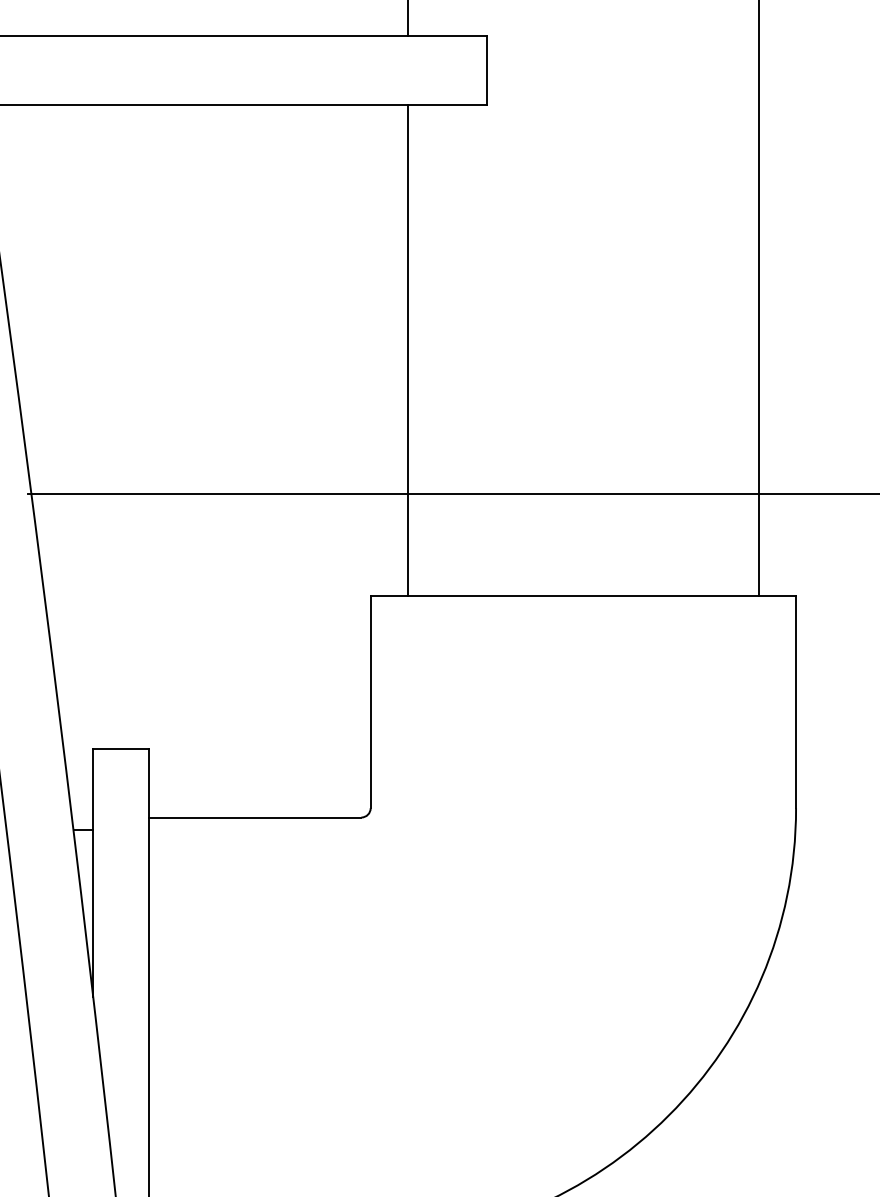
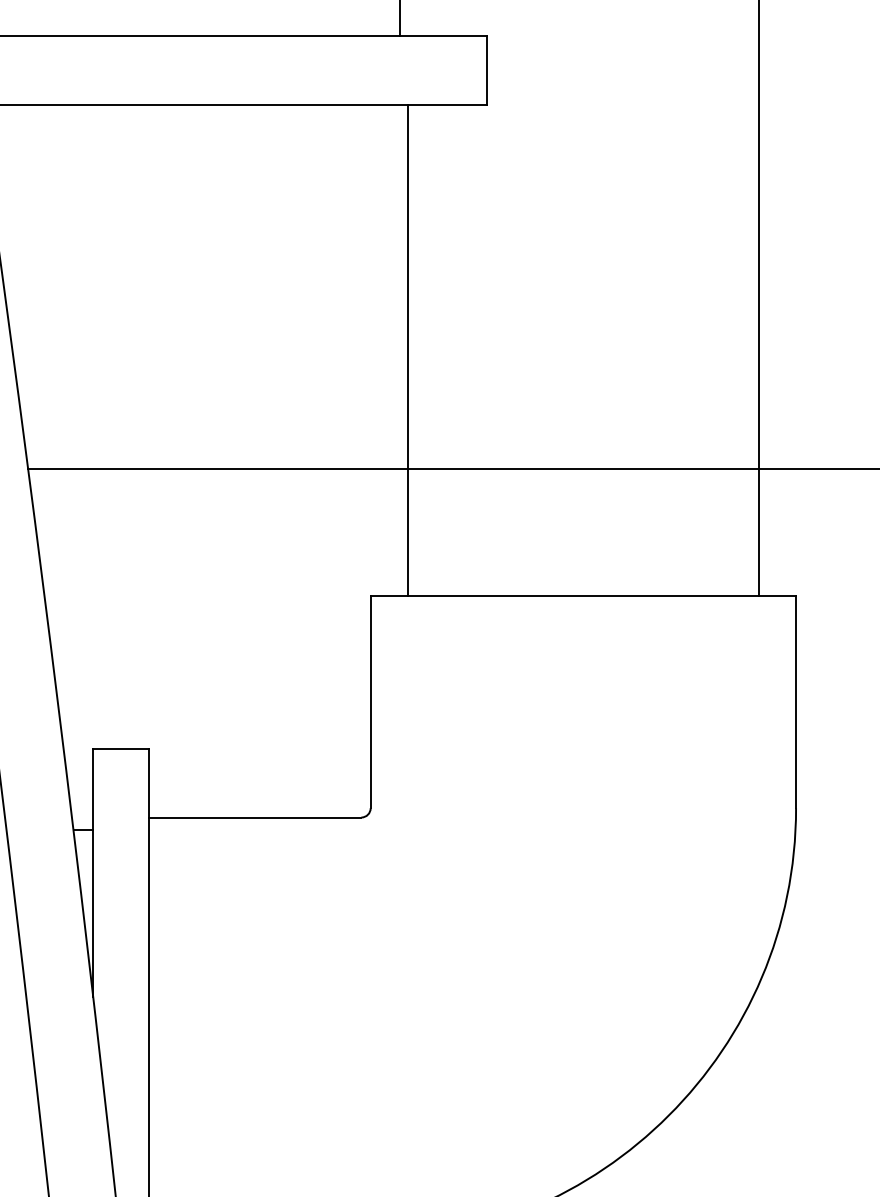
line at (408, 18) position: (408, 18) -> (400, 18)
line at (452, 493) position: (452, 493) -> (452, 468)
